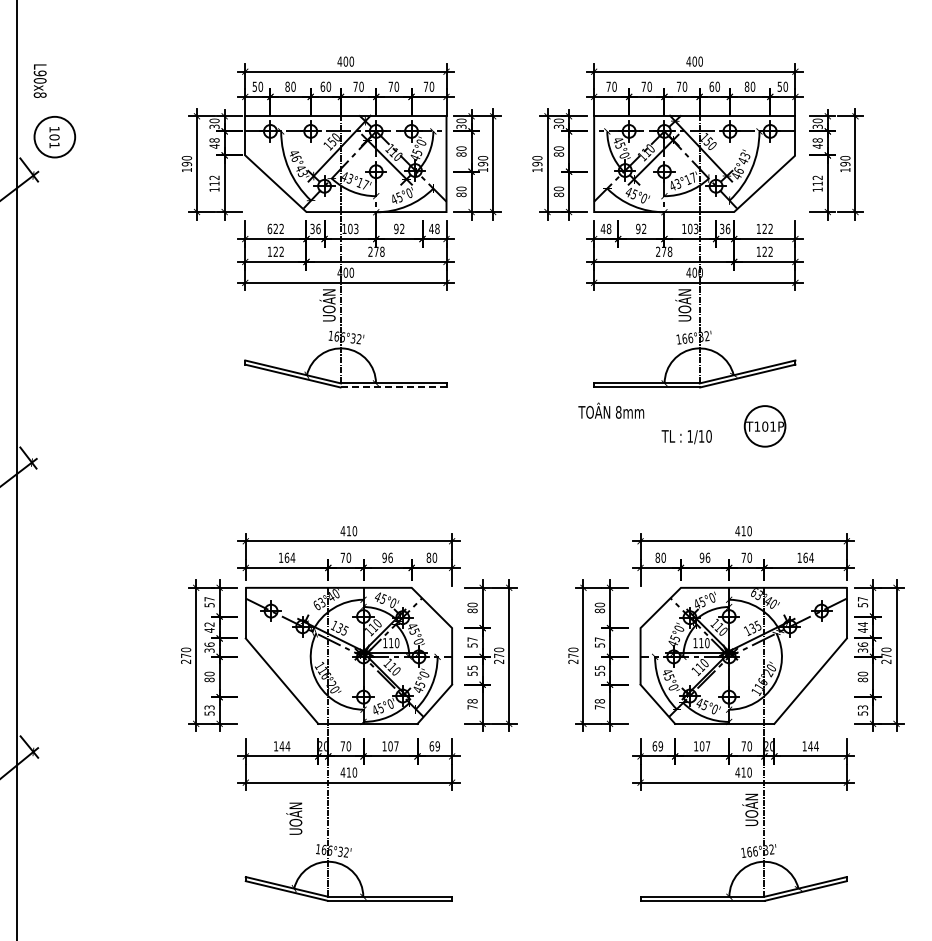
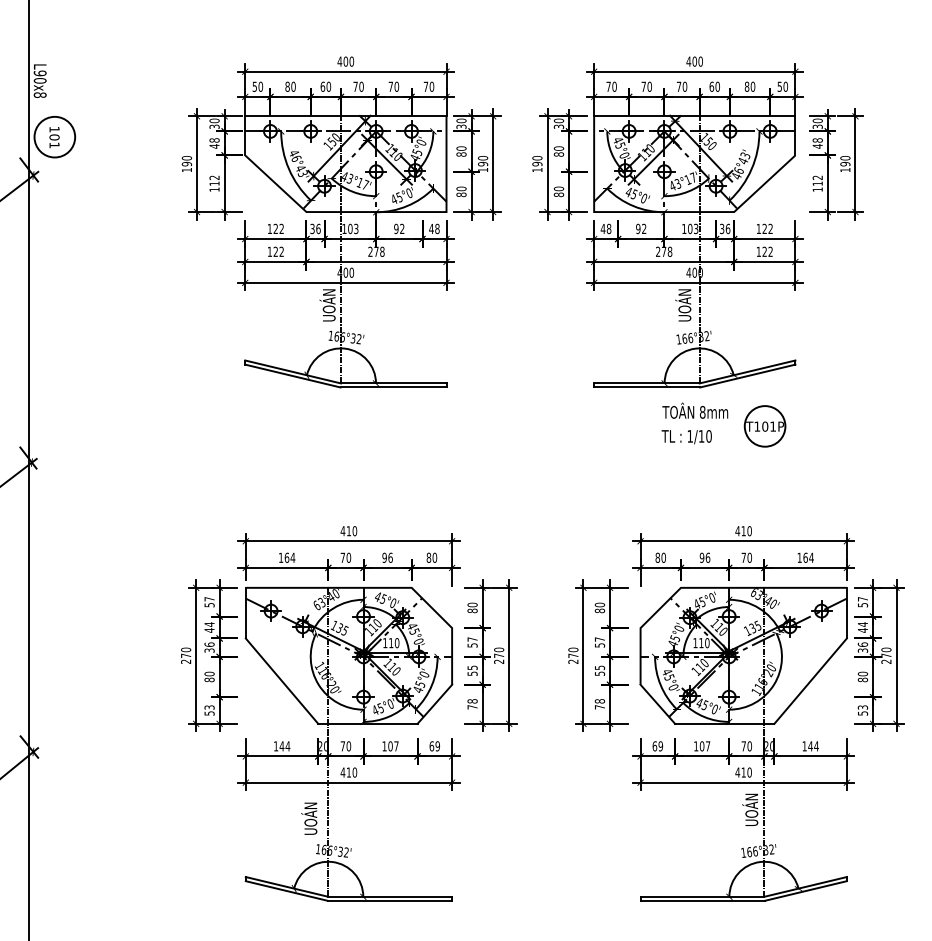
text at (269, 228): 622 -> 122
line at (393, 387): dashed -> solid
text at (611, 410) position: (611, 410) -> (695, 410)
line at (17, 469) position: (17, 469) -> (29, 469)
text at (209, 624): 42 -> 44
text at (294, 818) position: (294, 818) -> (309, 818)
